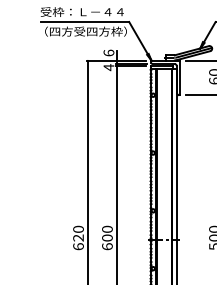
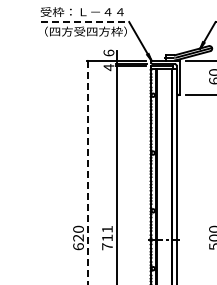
line at (85, 22): solid -> dashed
line at (87, 172): solid -> dashed
text at (107, 237): 600 -> 711
